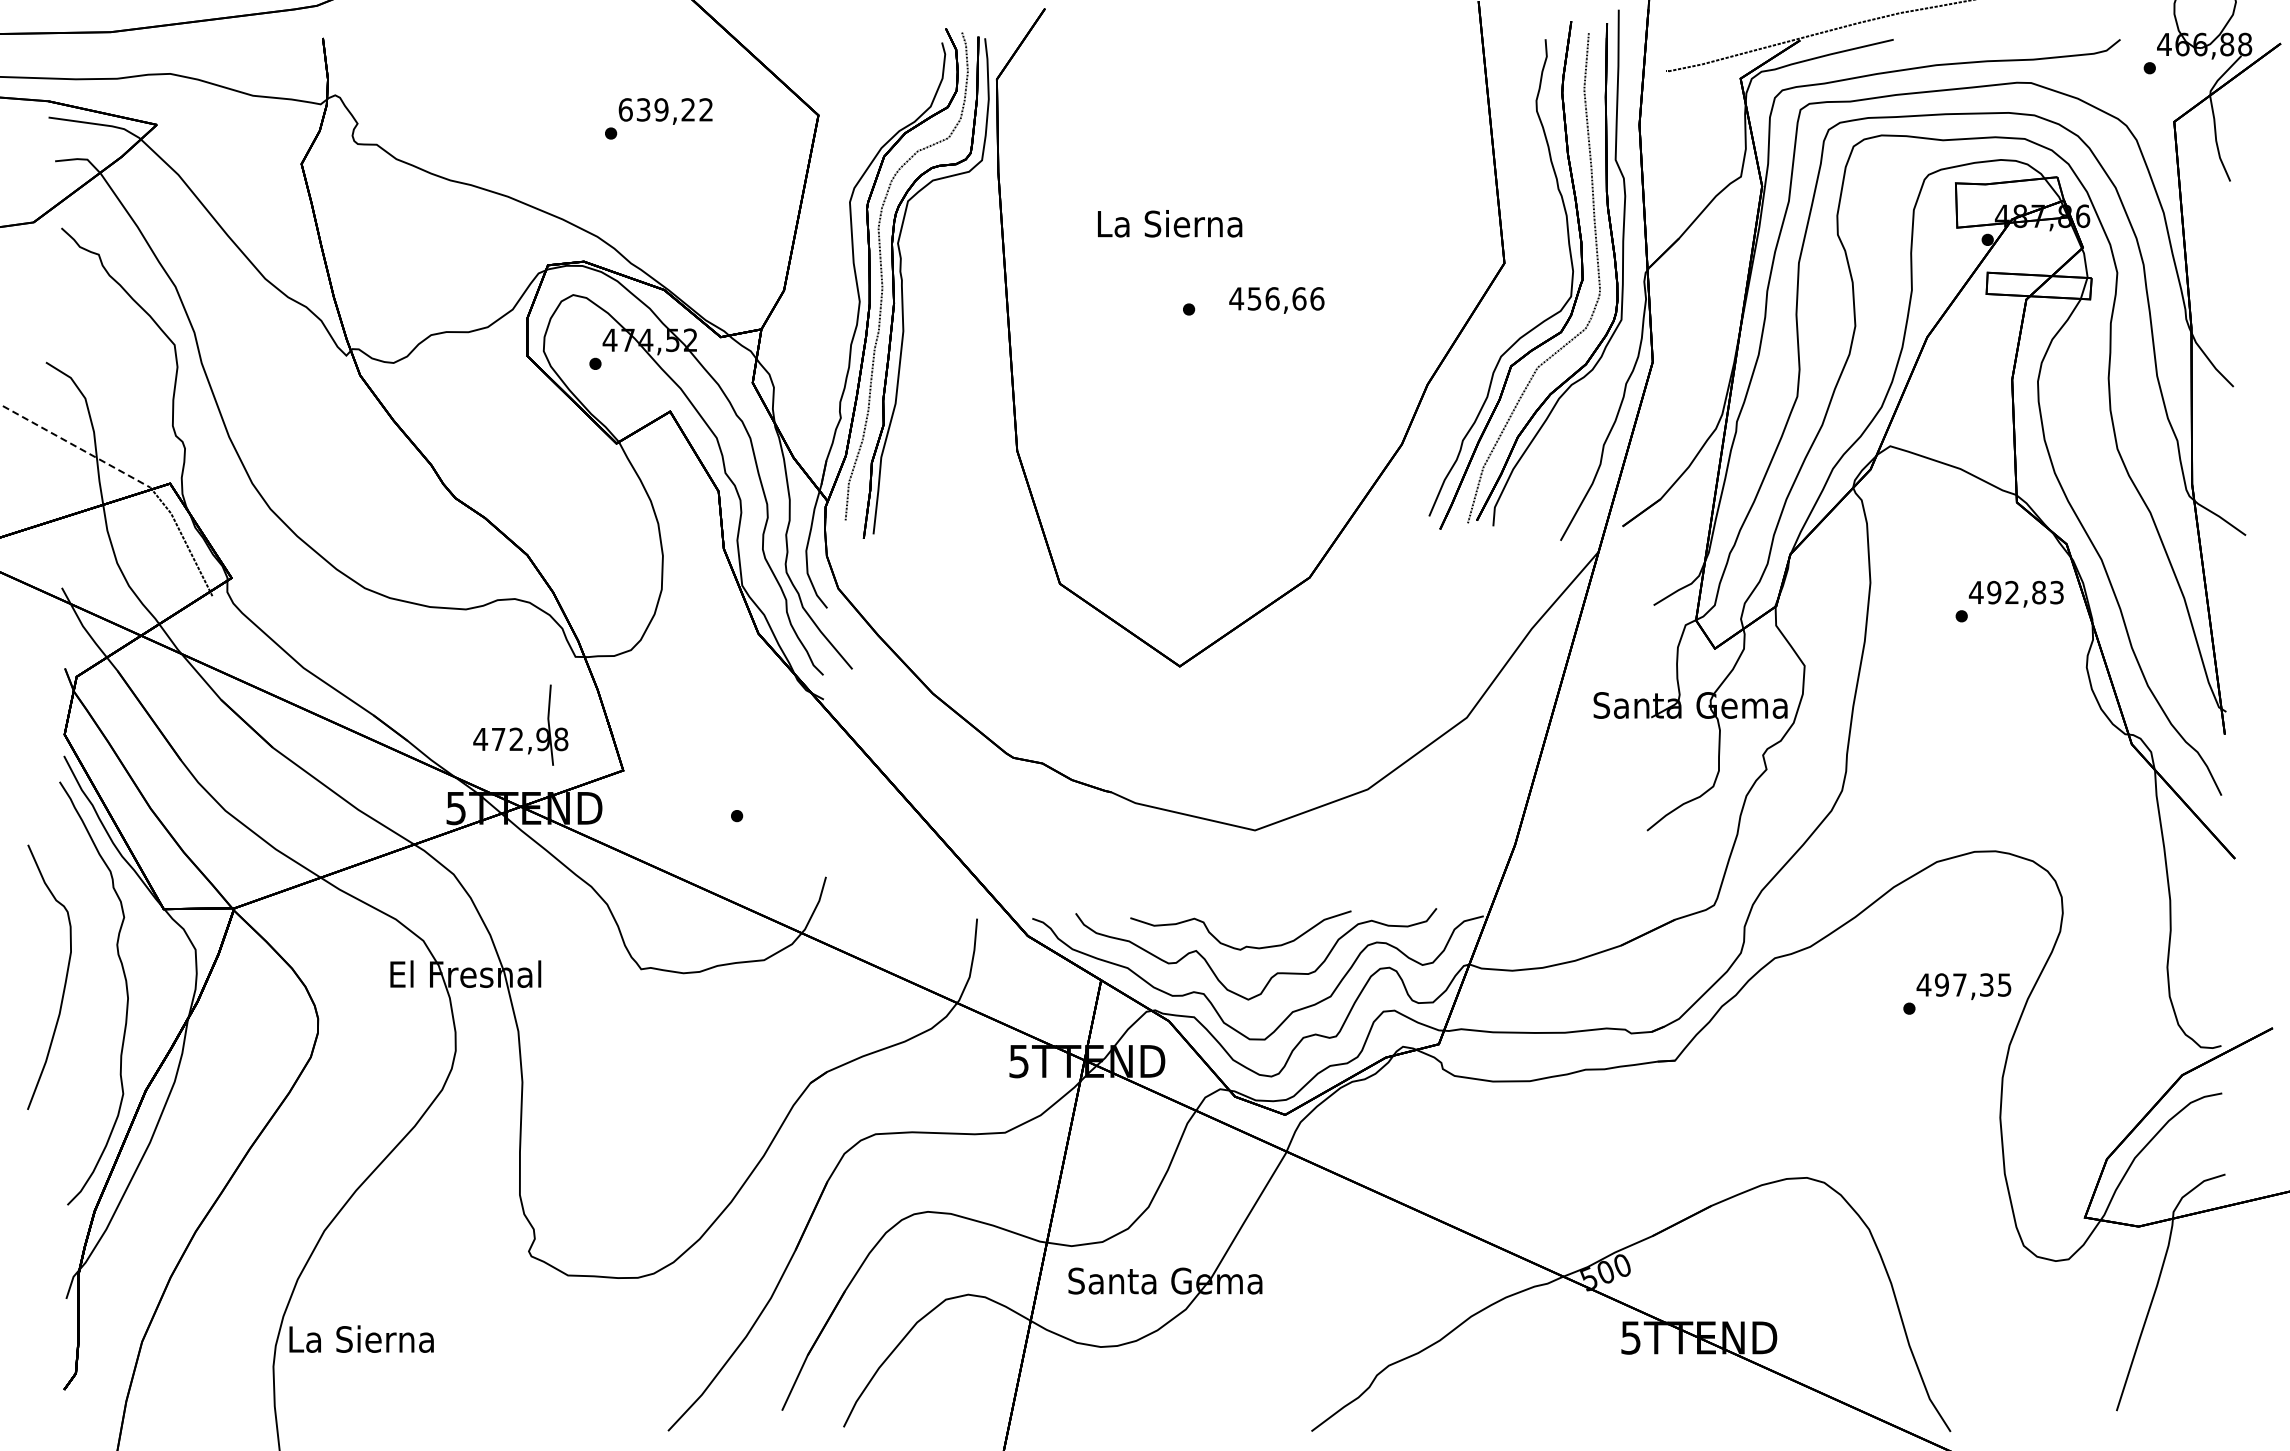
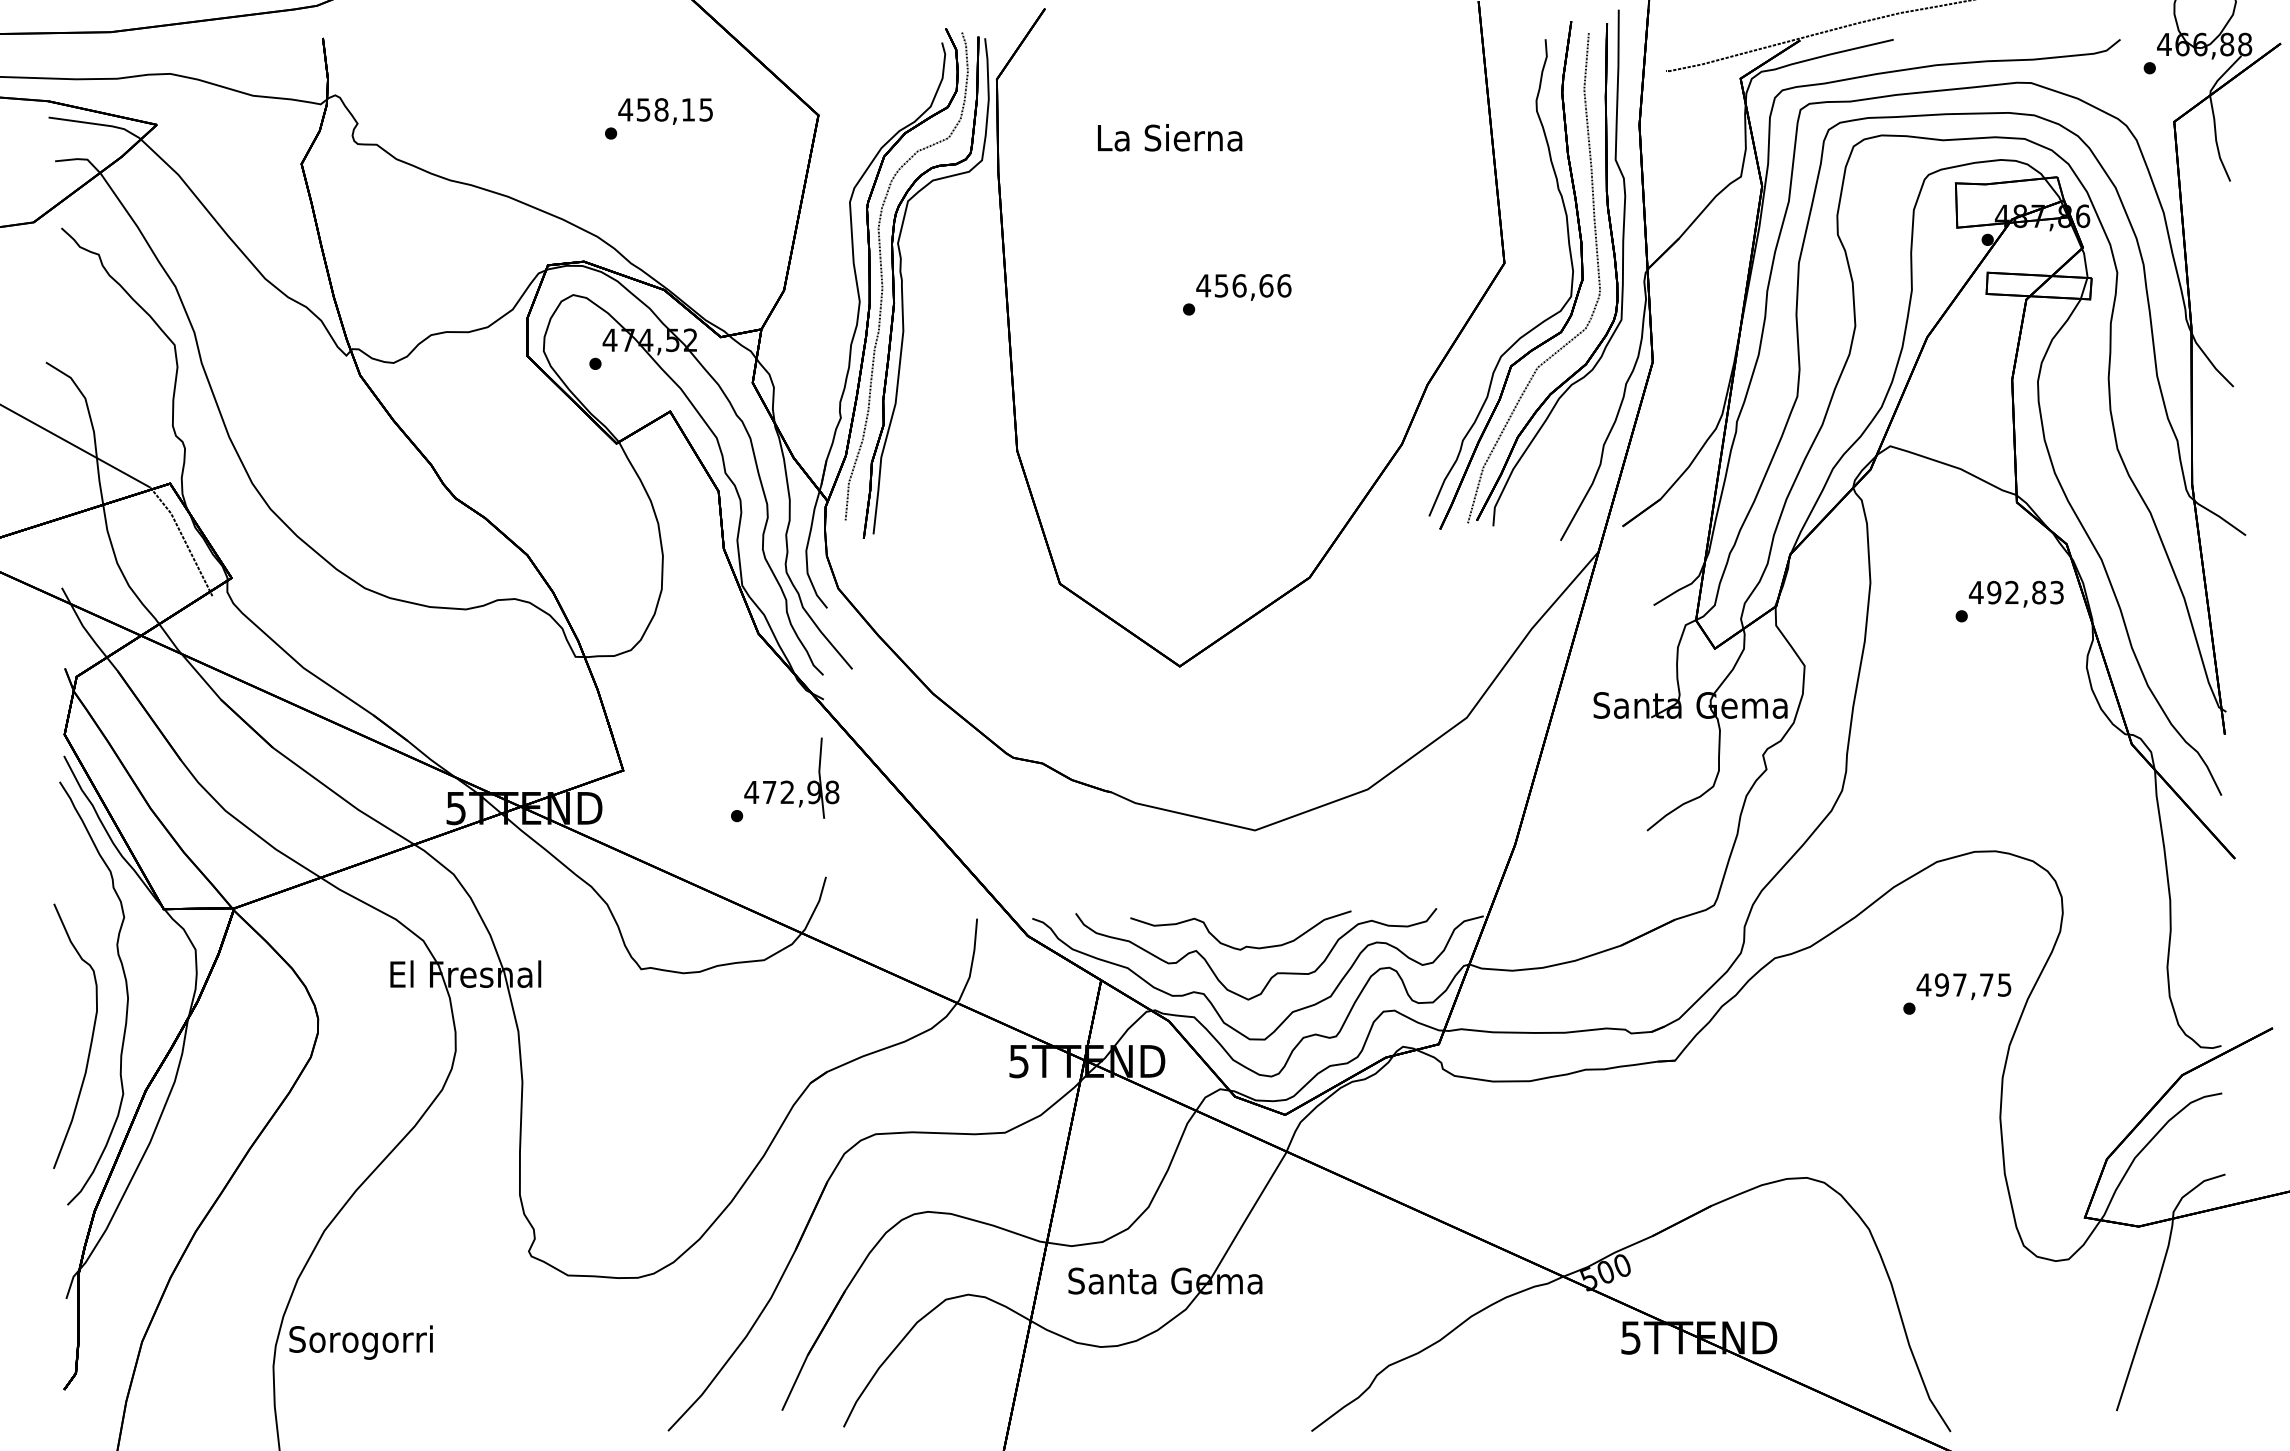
text at (665, 109): 639,22 -> 458,15
text at (1170, 223) position: (1170, 223) -> (1170, 137)
text at (1276, 300) position: (1276, 300) -> (1243, 287)
line at (75, 446): dashed -> solid
part at (520, 724) position: (520, 724) -> (791, 777)
curve at (65, 976) position: (65, 976) -> (91, 1035)
text at (1986, 984): 497,35 -> 497,75
text at (361, 1342): La Sierna -> Sorogorri
